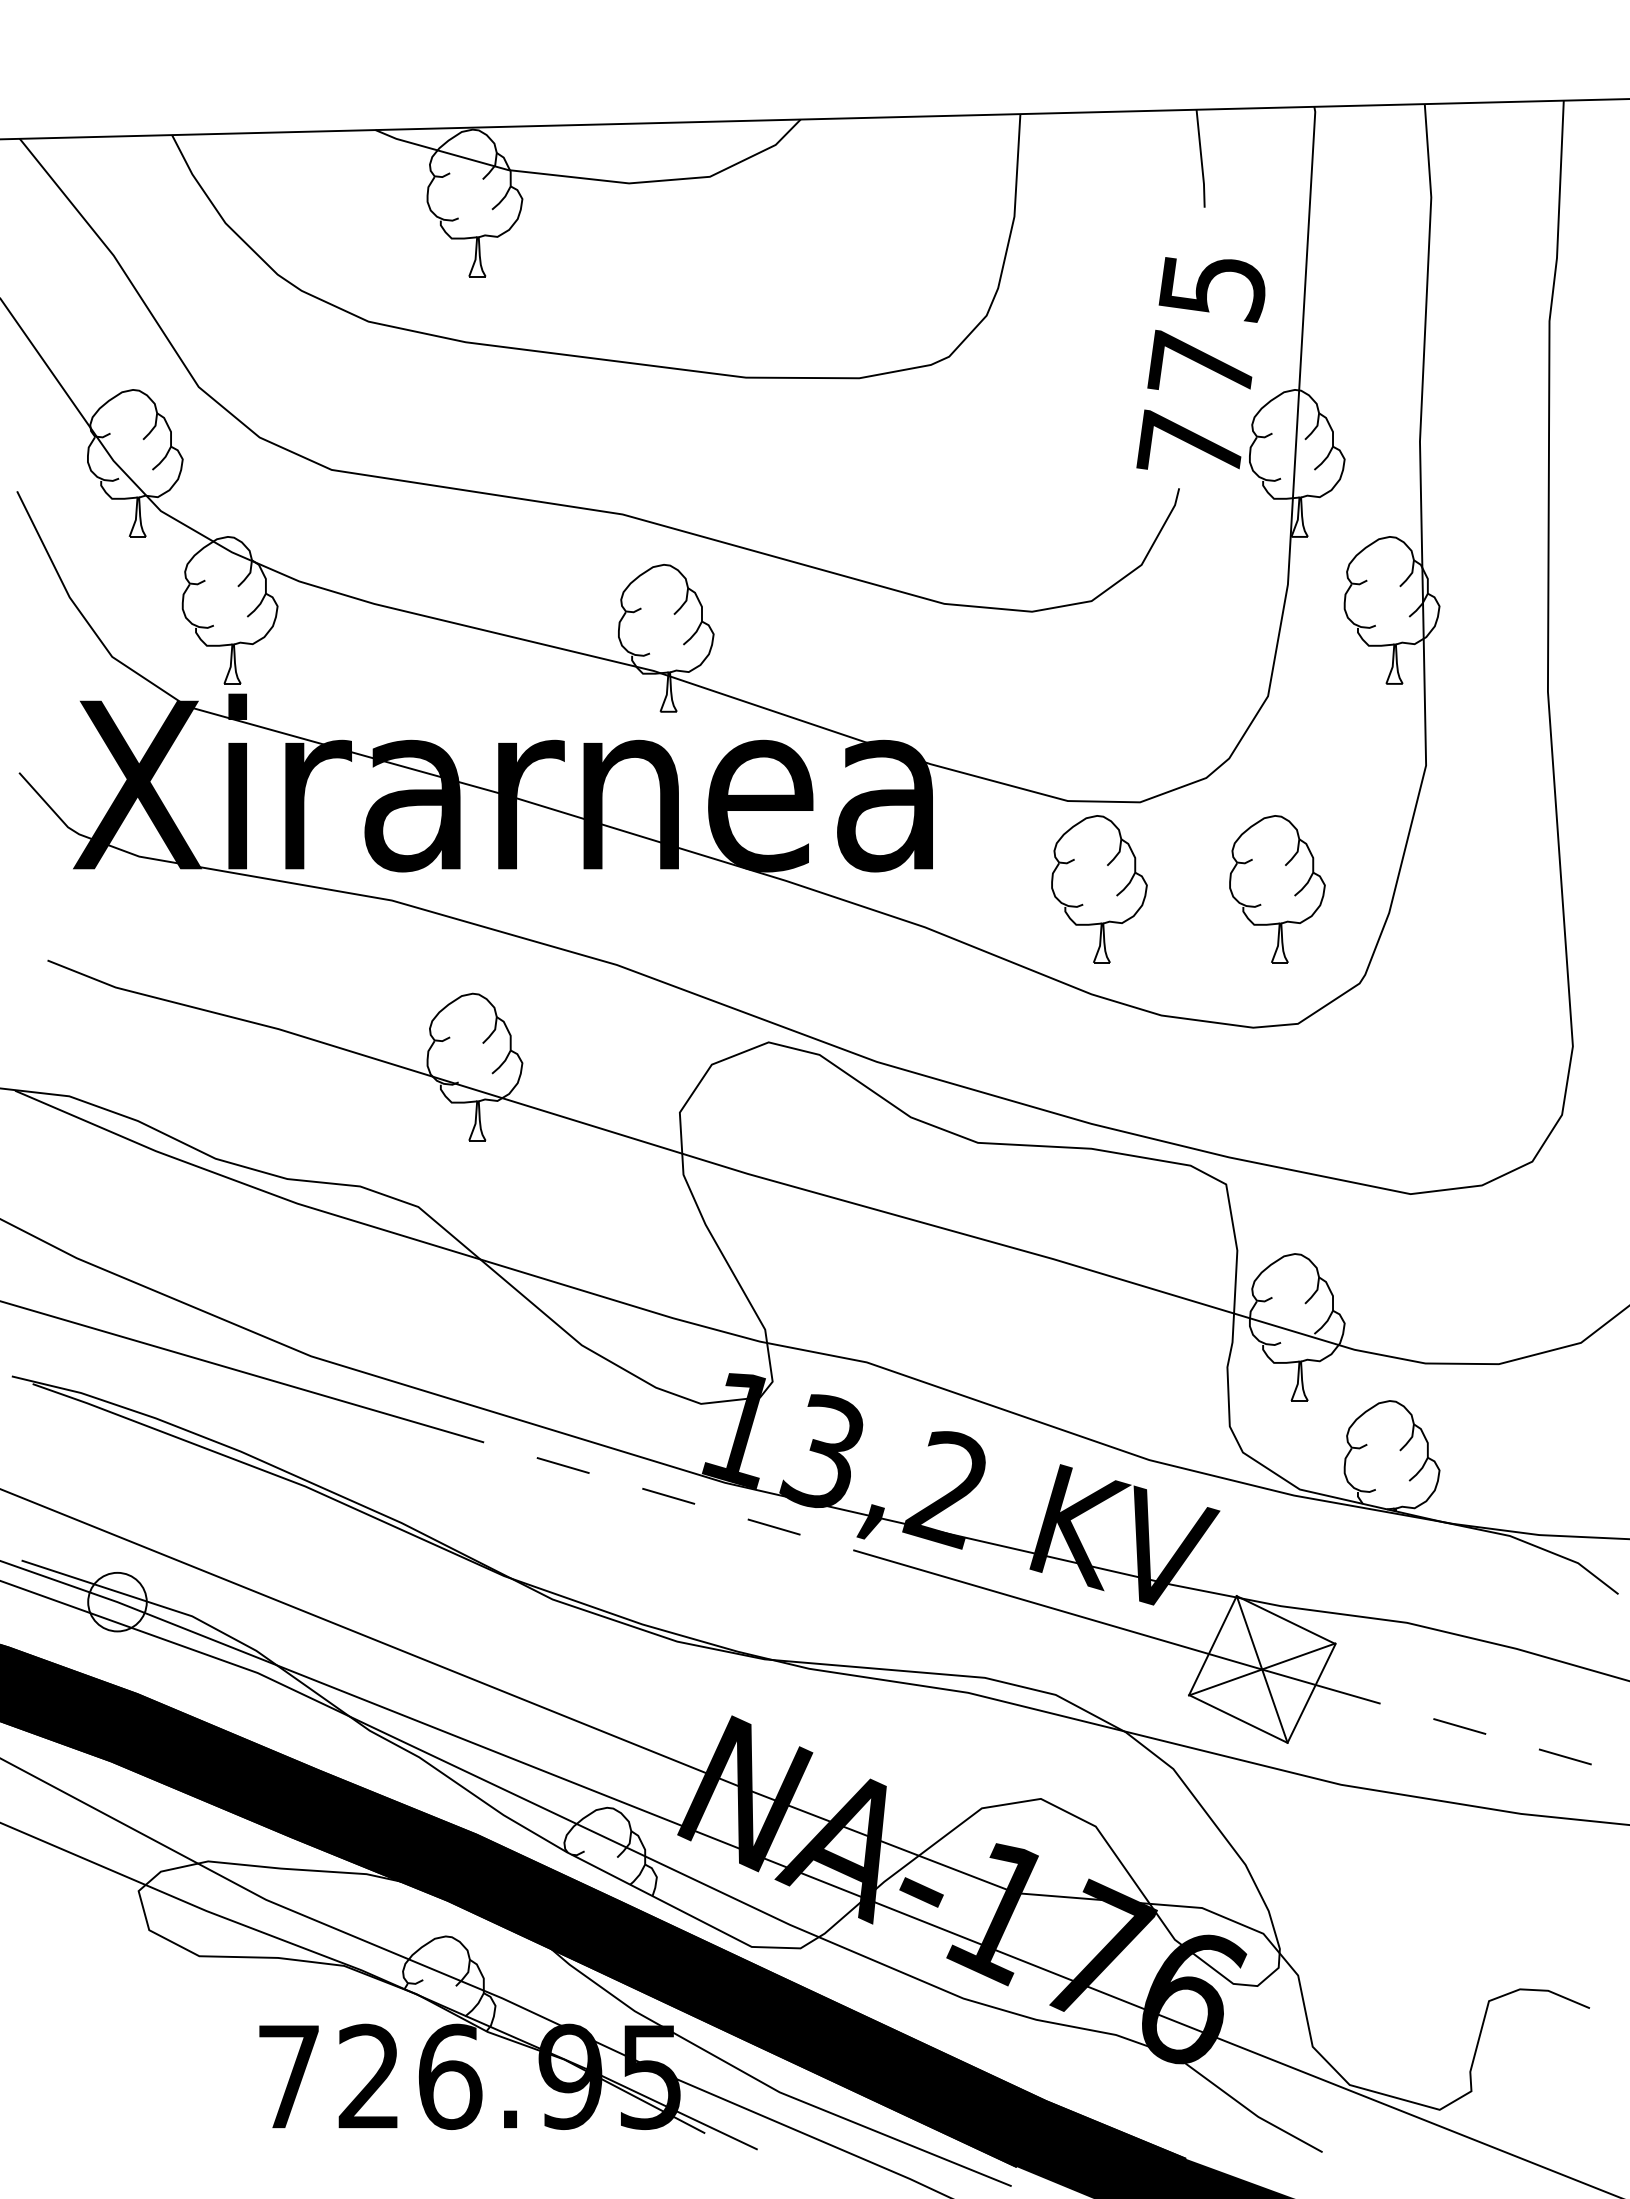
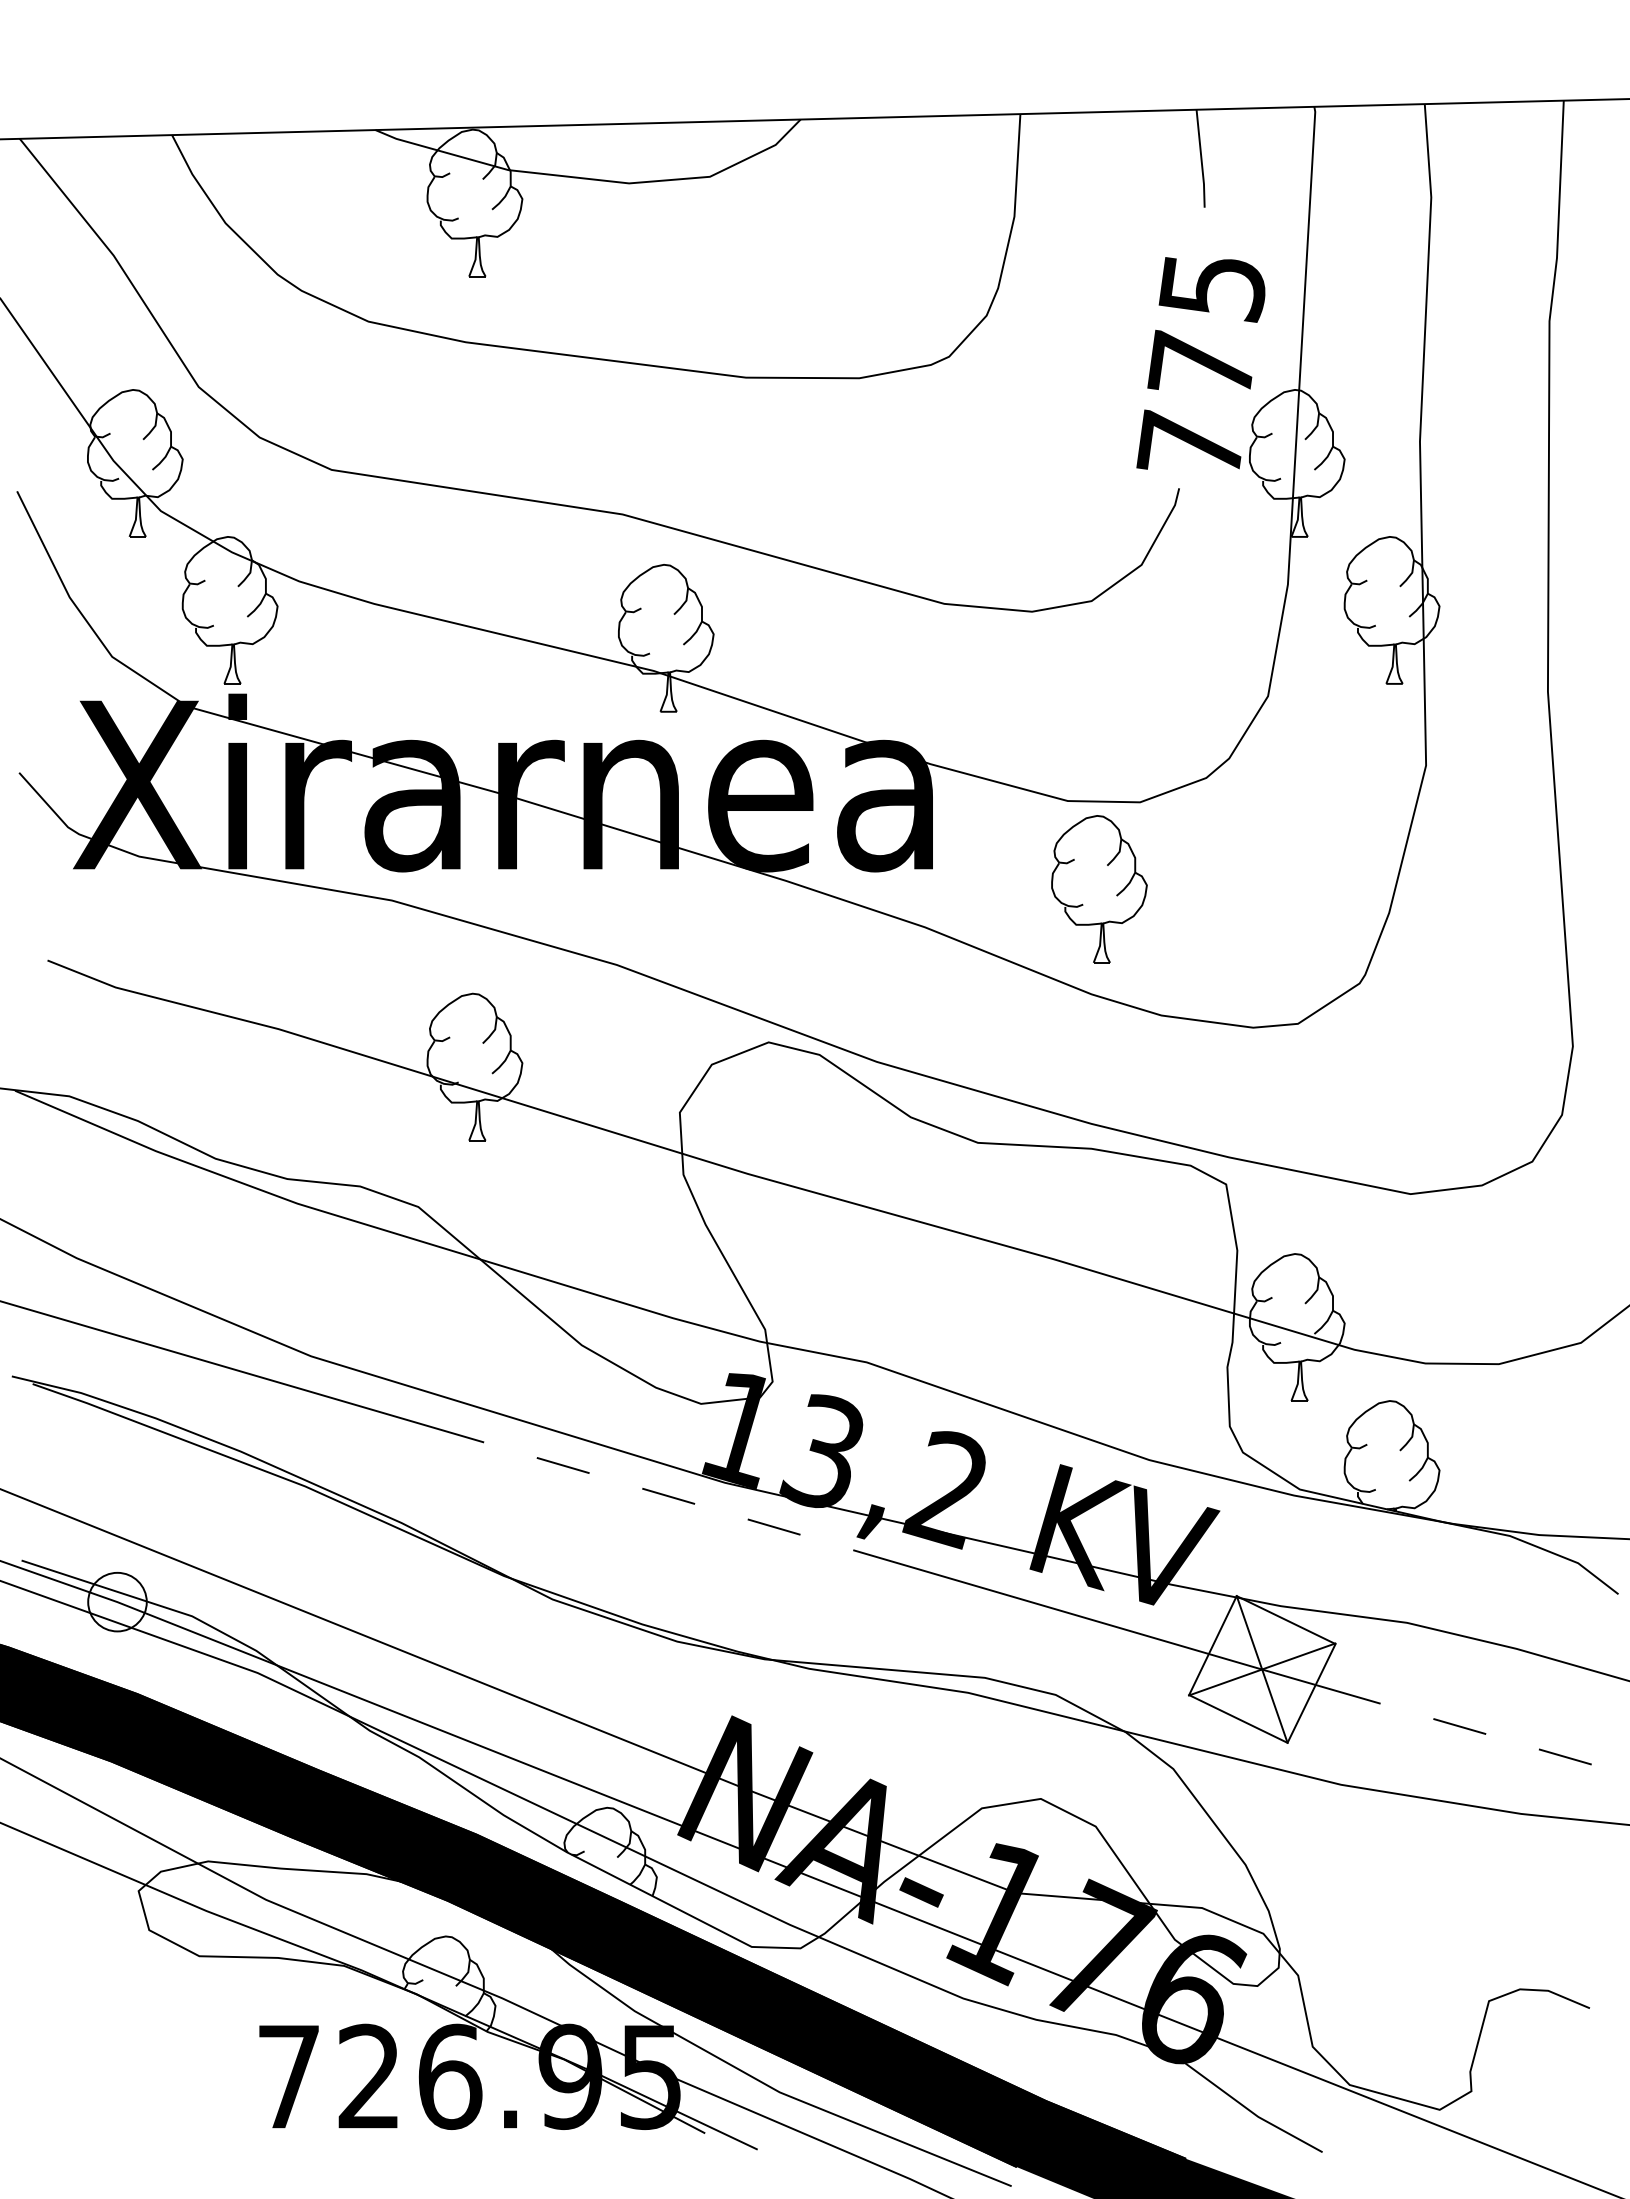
part at (1277, 889): present -> none
